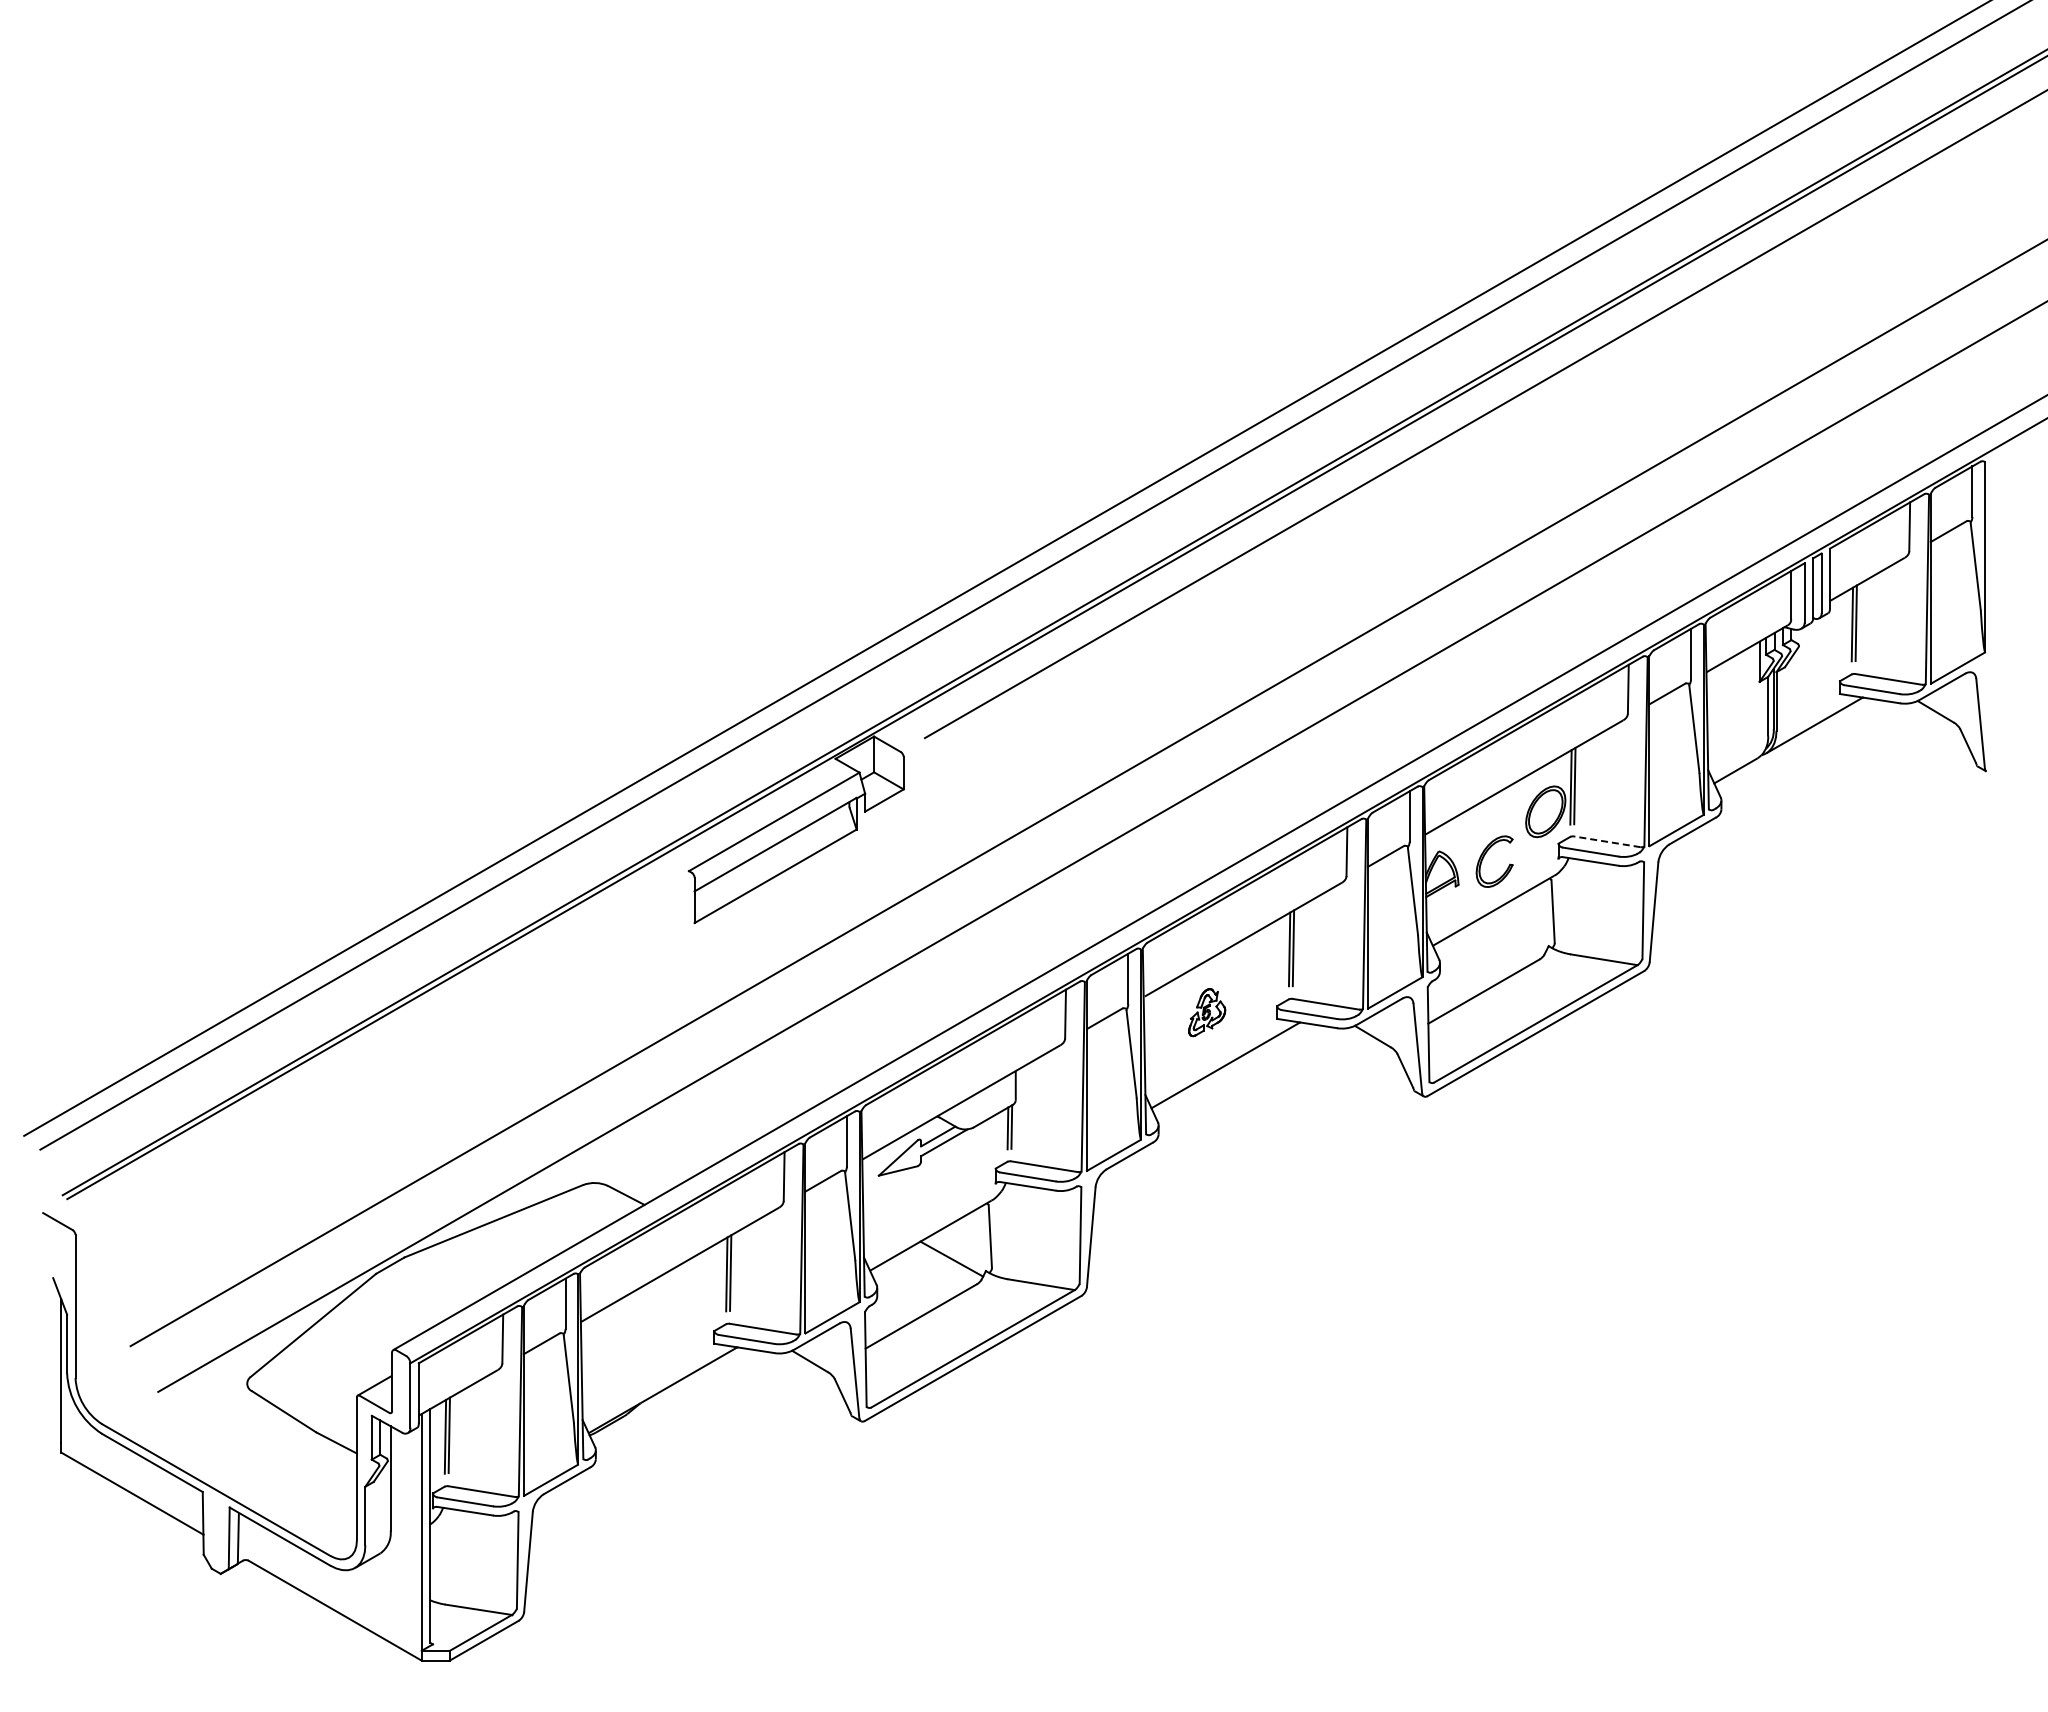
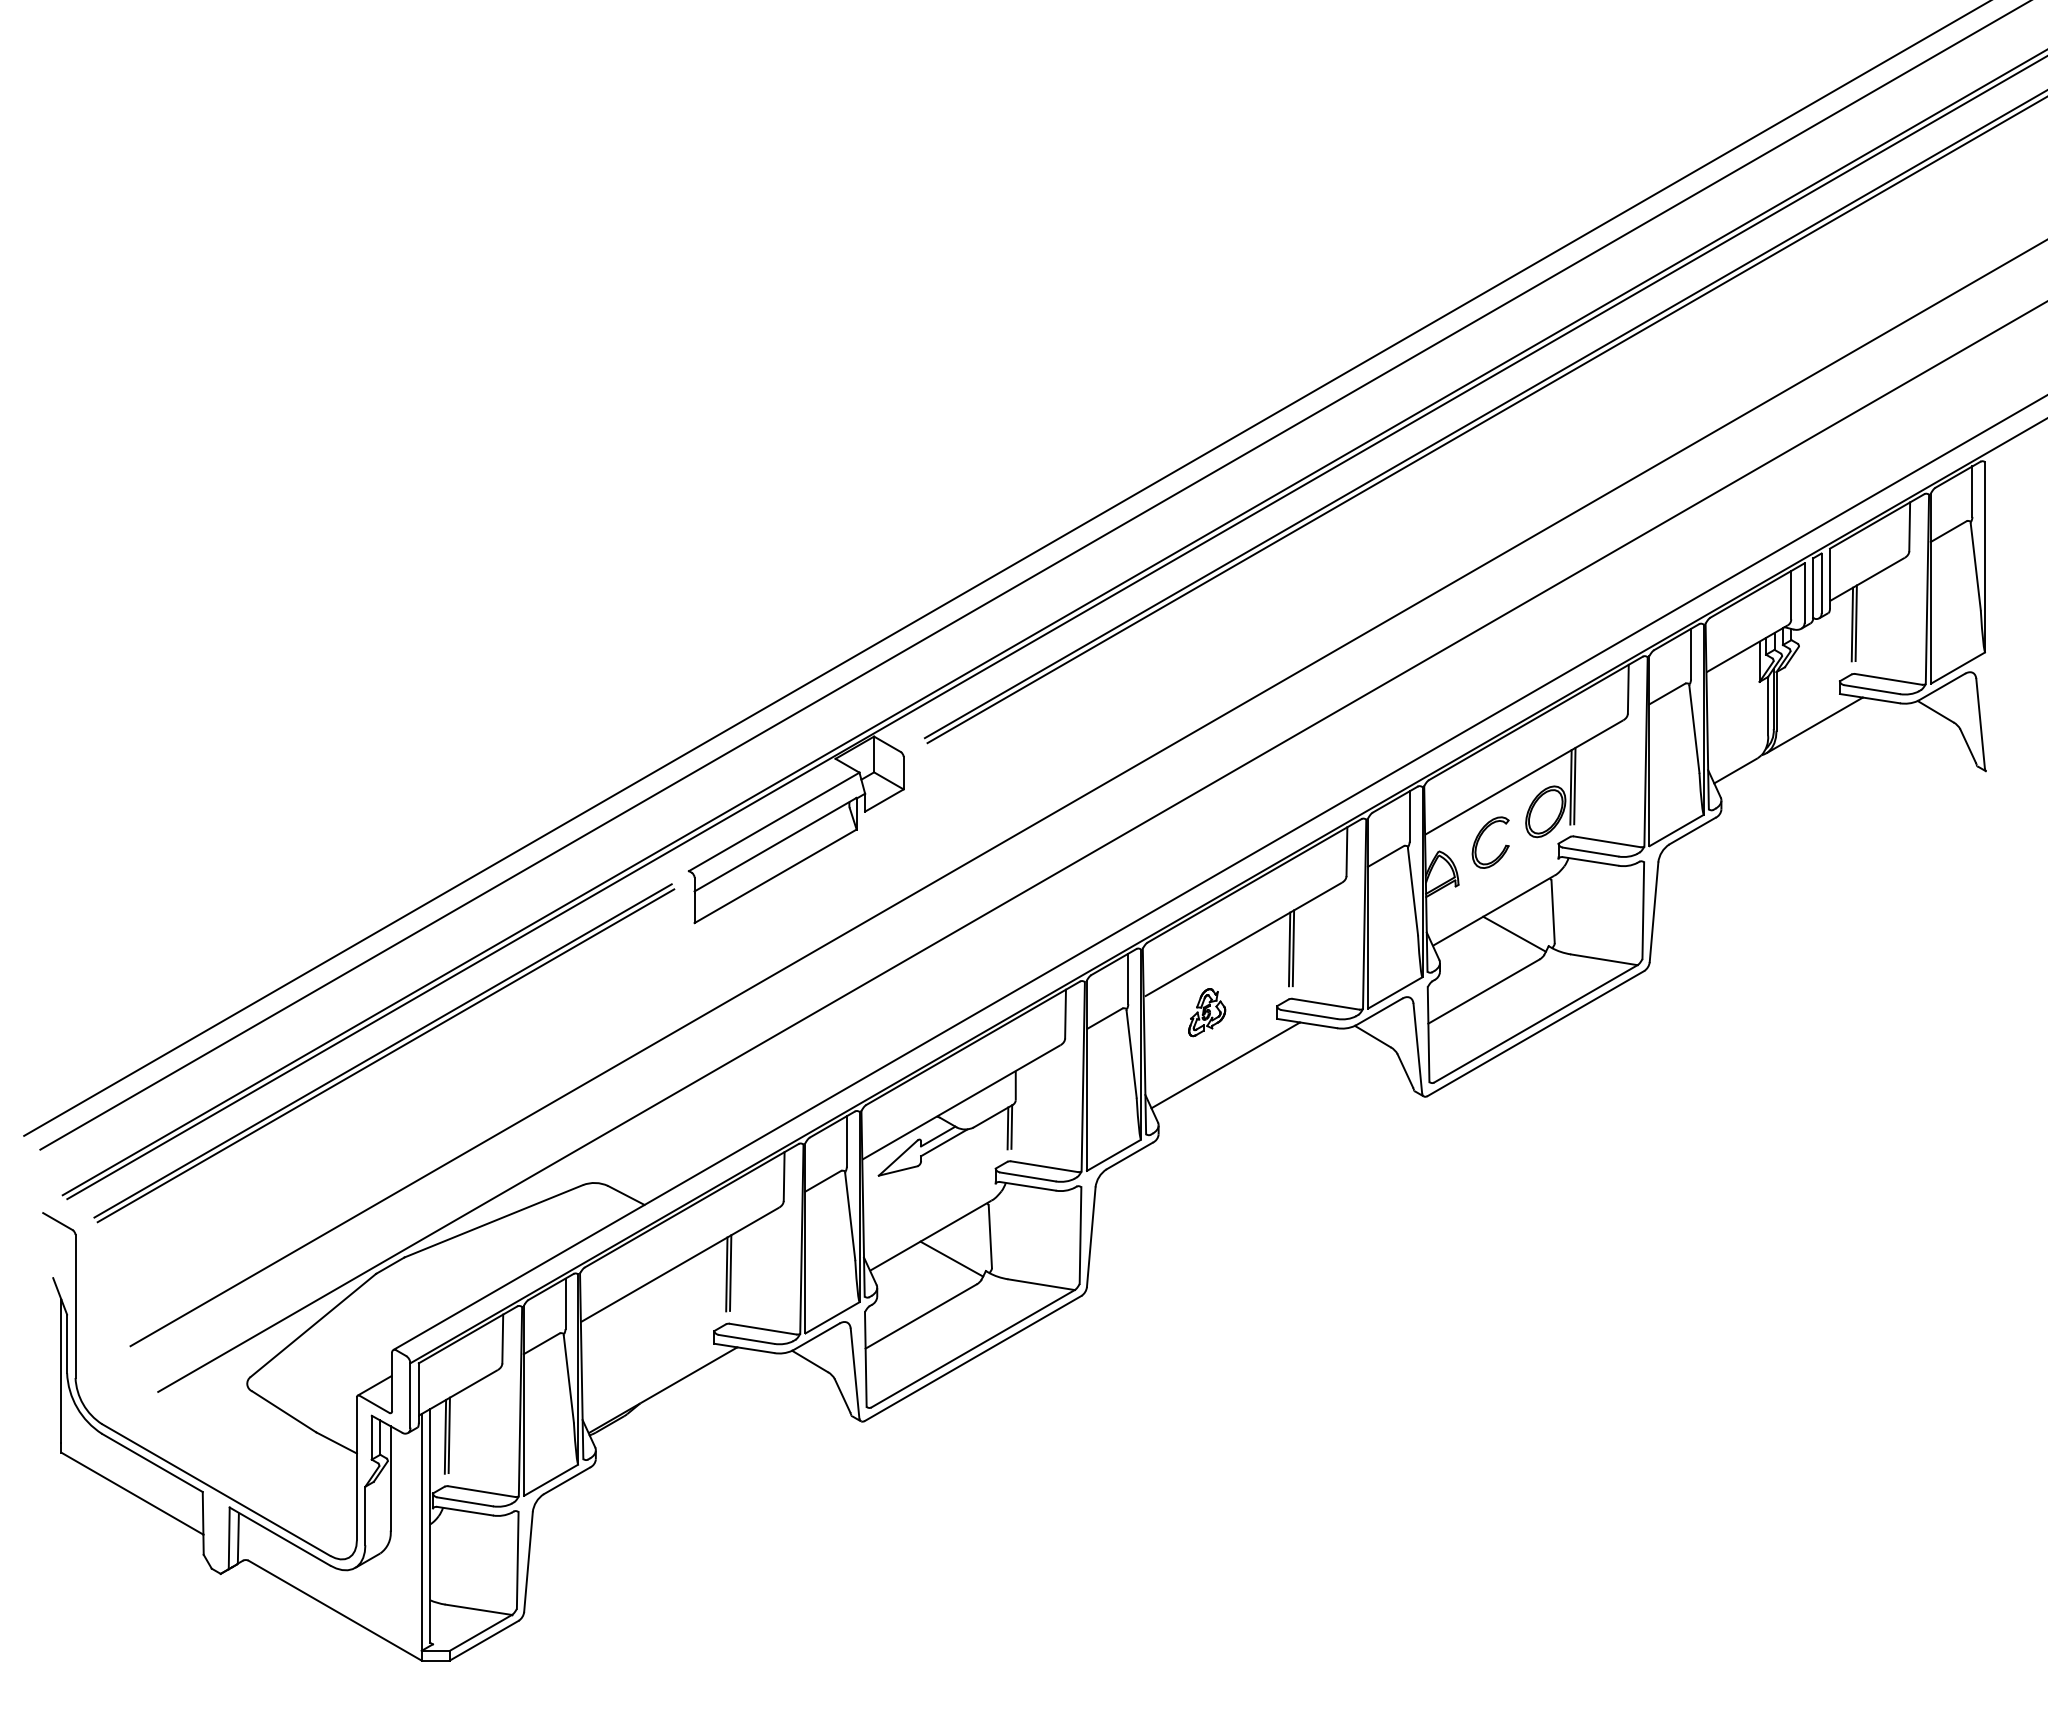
line at (1485, 420): none -> present
line at (1607, 841): dashed -> solid
part at (1484, 857) position: (1484, 857) -> (1480, 838)
line at (1514, 933): none -> present
part at (384, 1053): none -> present
